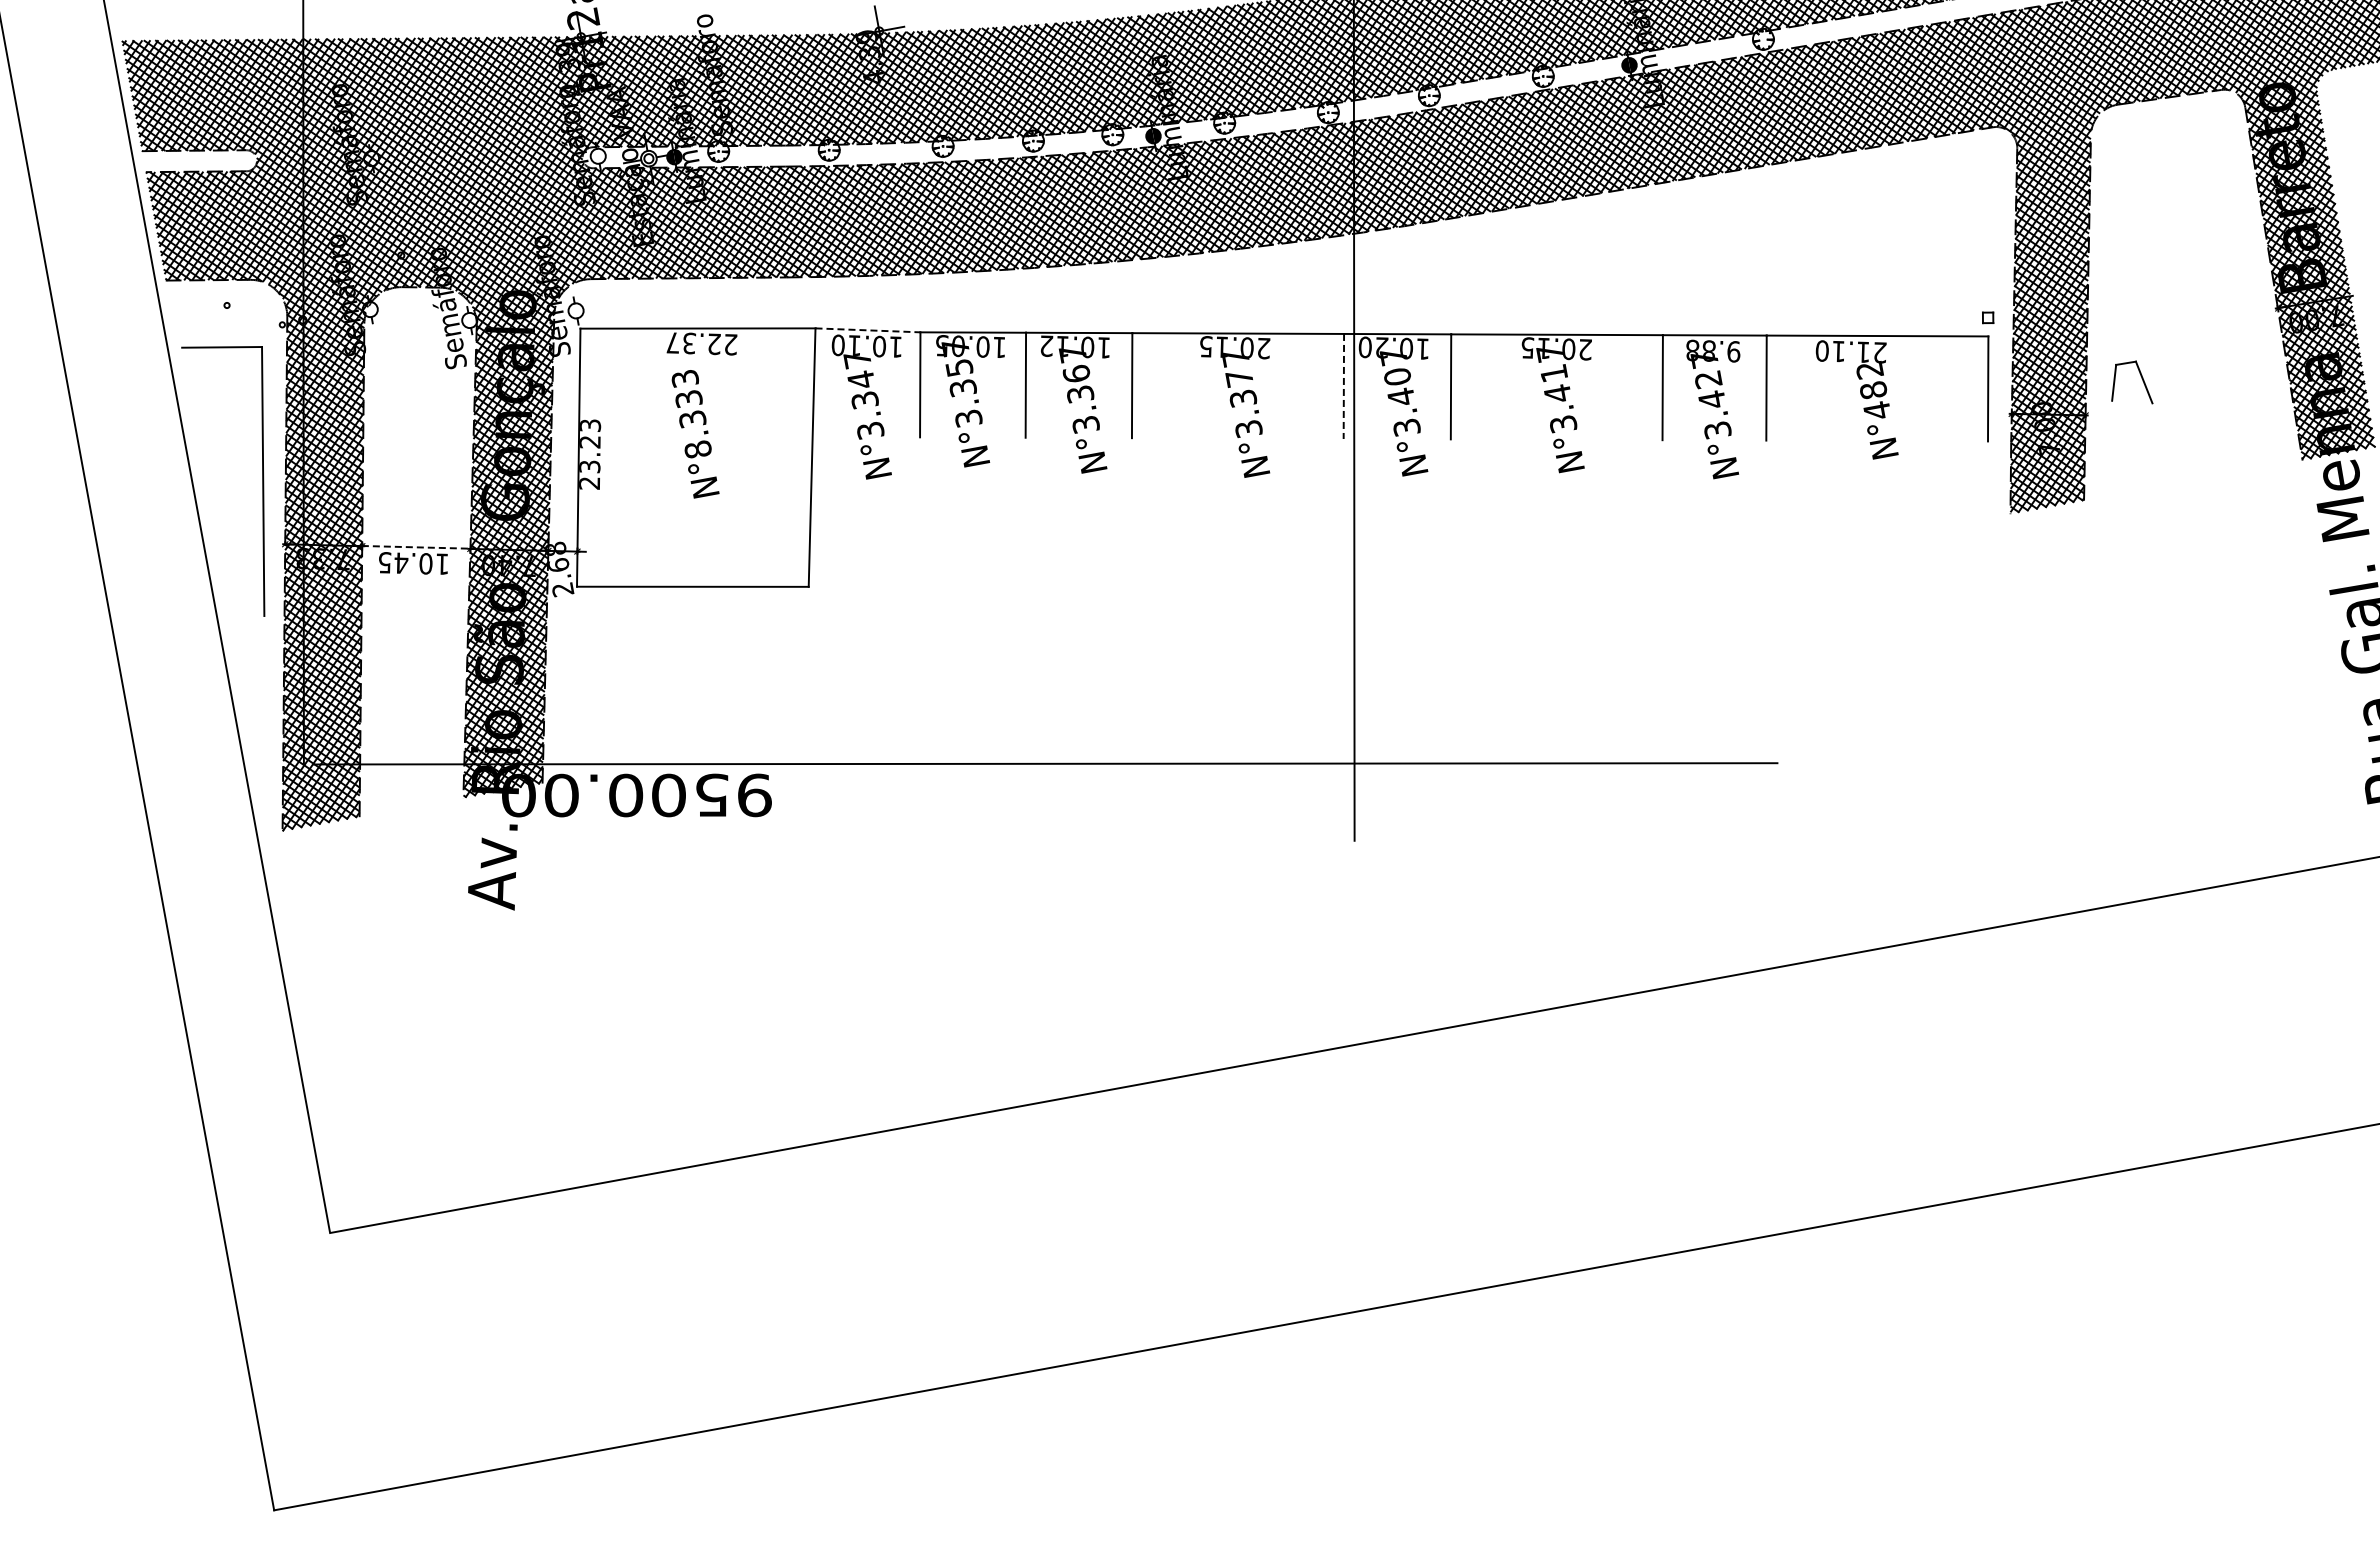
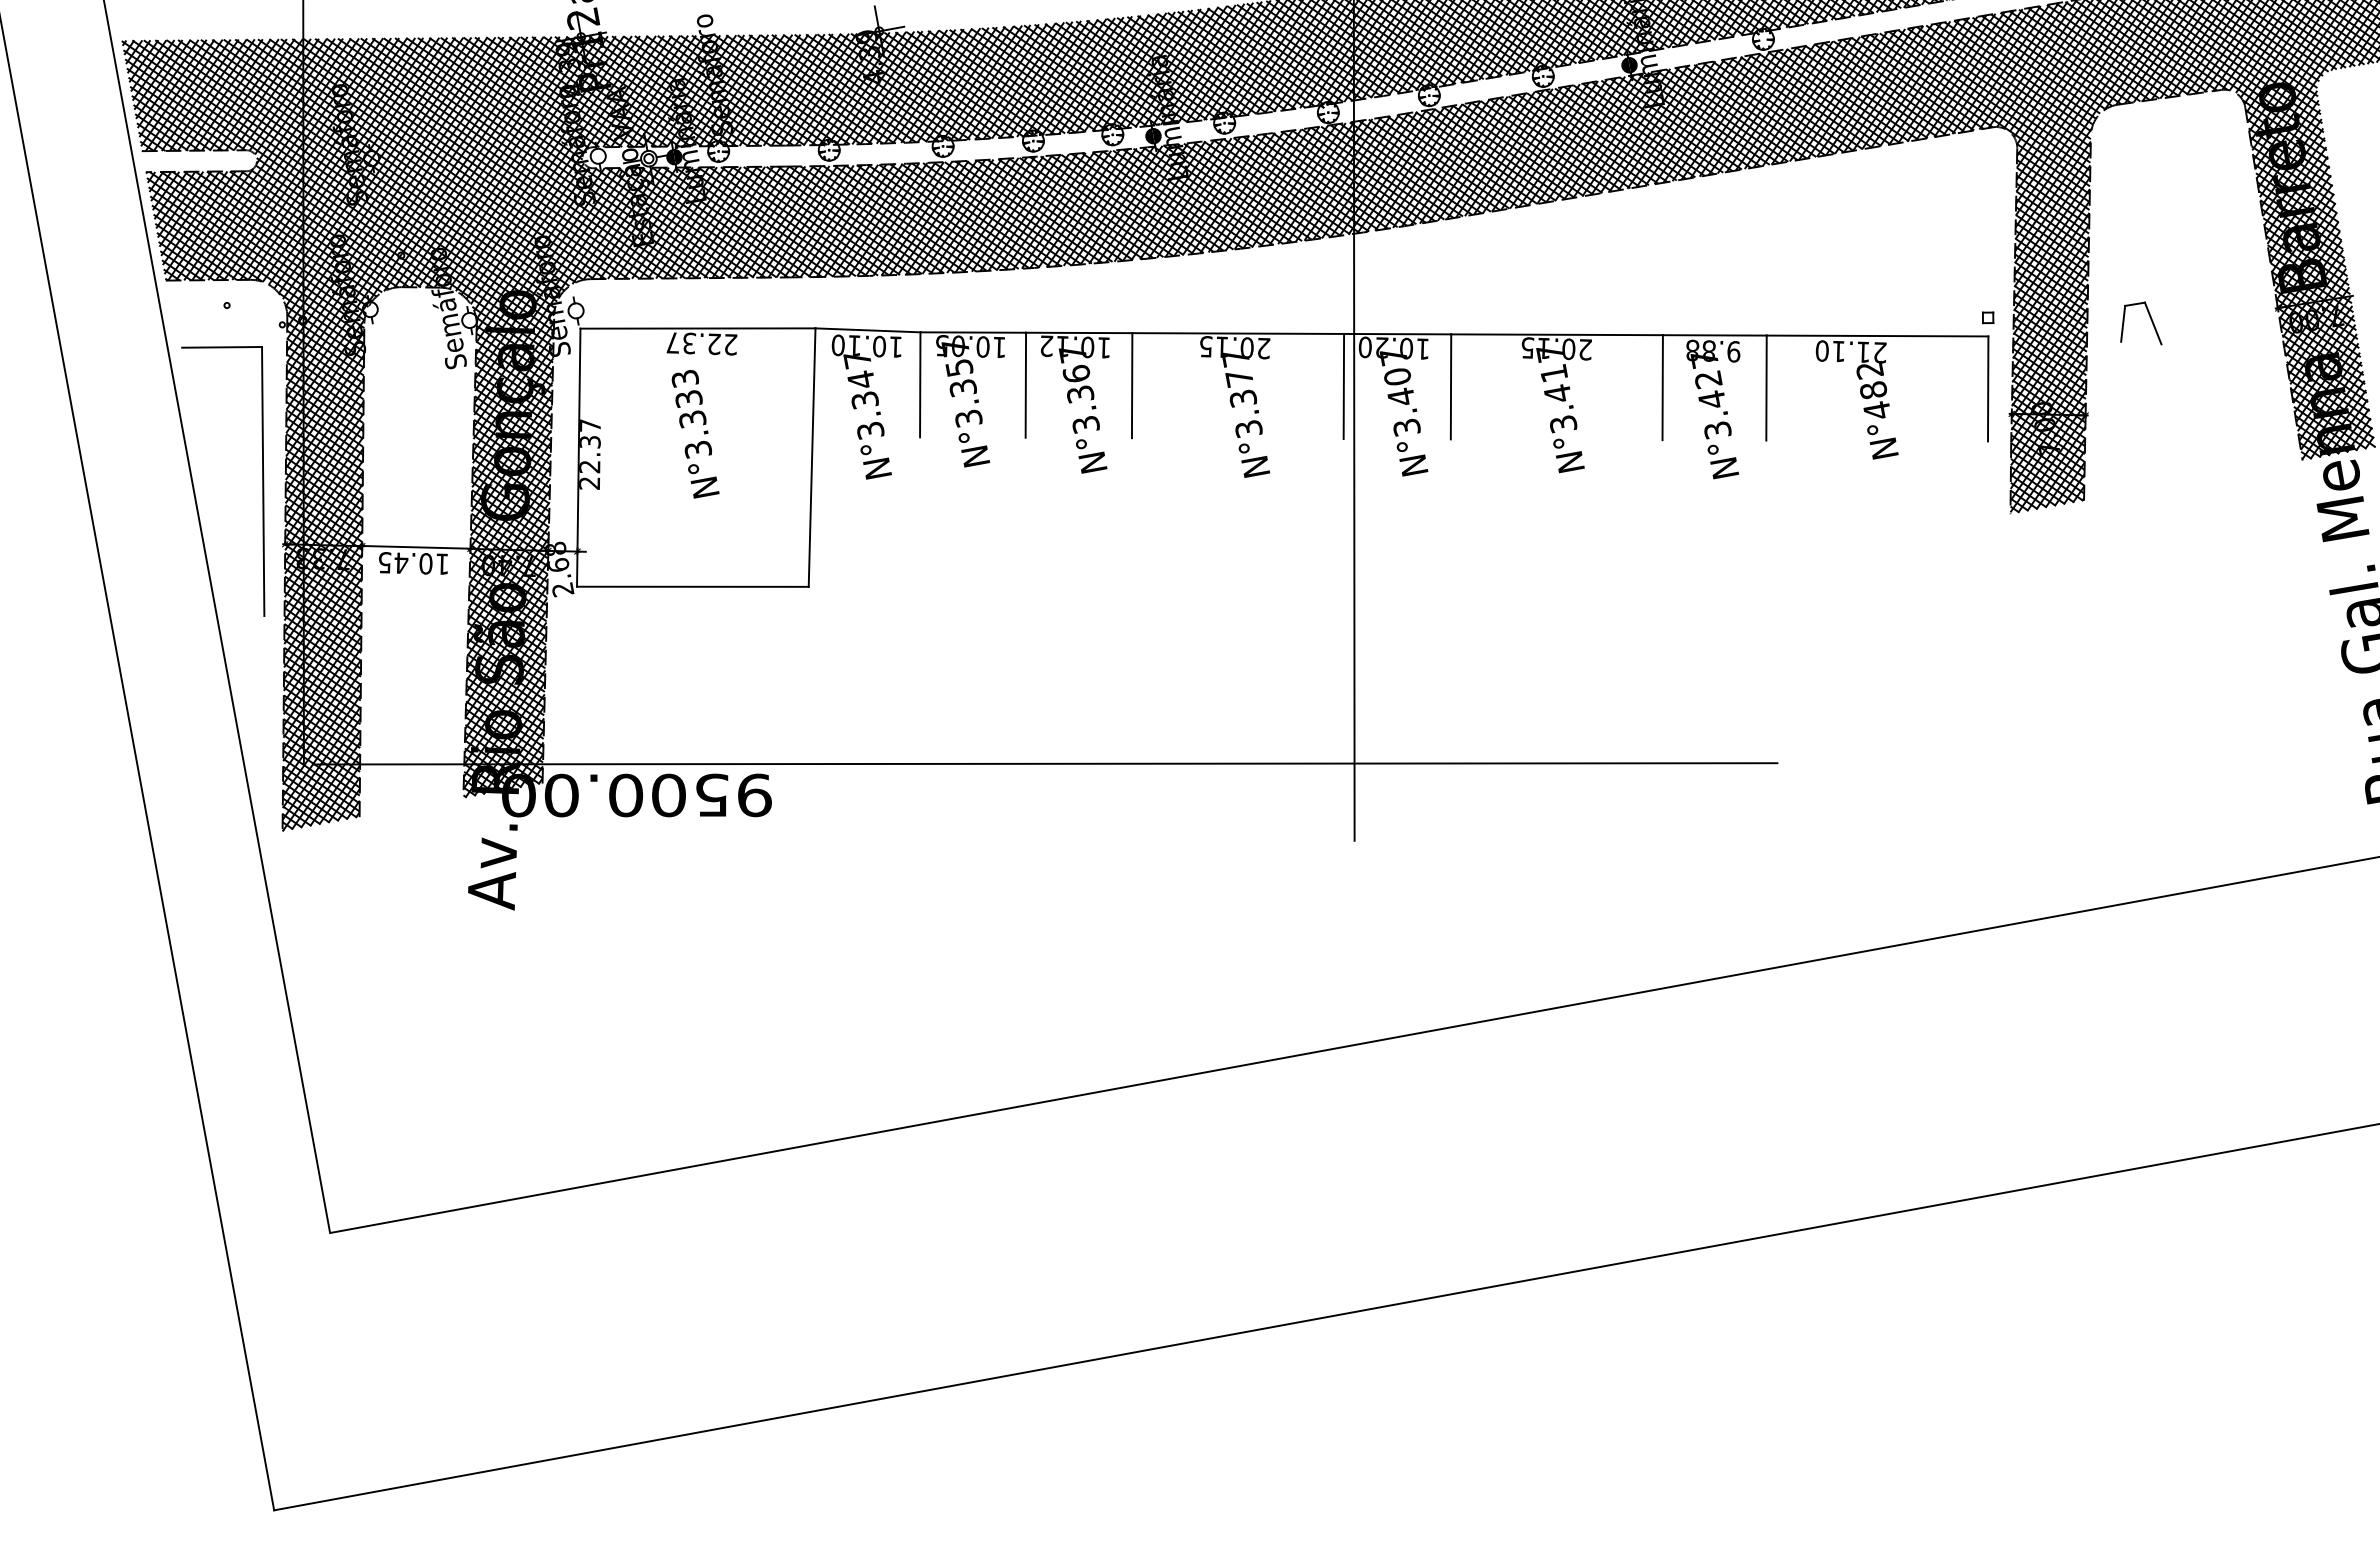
line at (867, 330): dashed -> solid
part at (2141, 378) position: (2141, 378) -> (2150, 319)
line at (1343, 386): dashed -> solid
text at (590, 446): 23.23 -> 22.37
text at (698, 449): N°8.333 -> N°3.333
line at (413, 547): dashed -> solid
